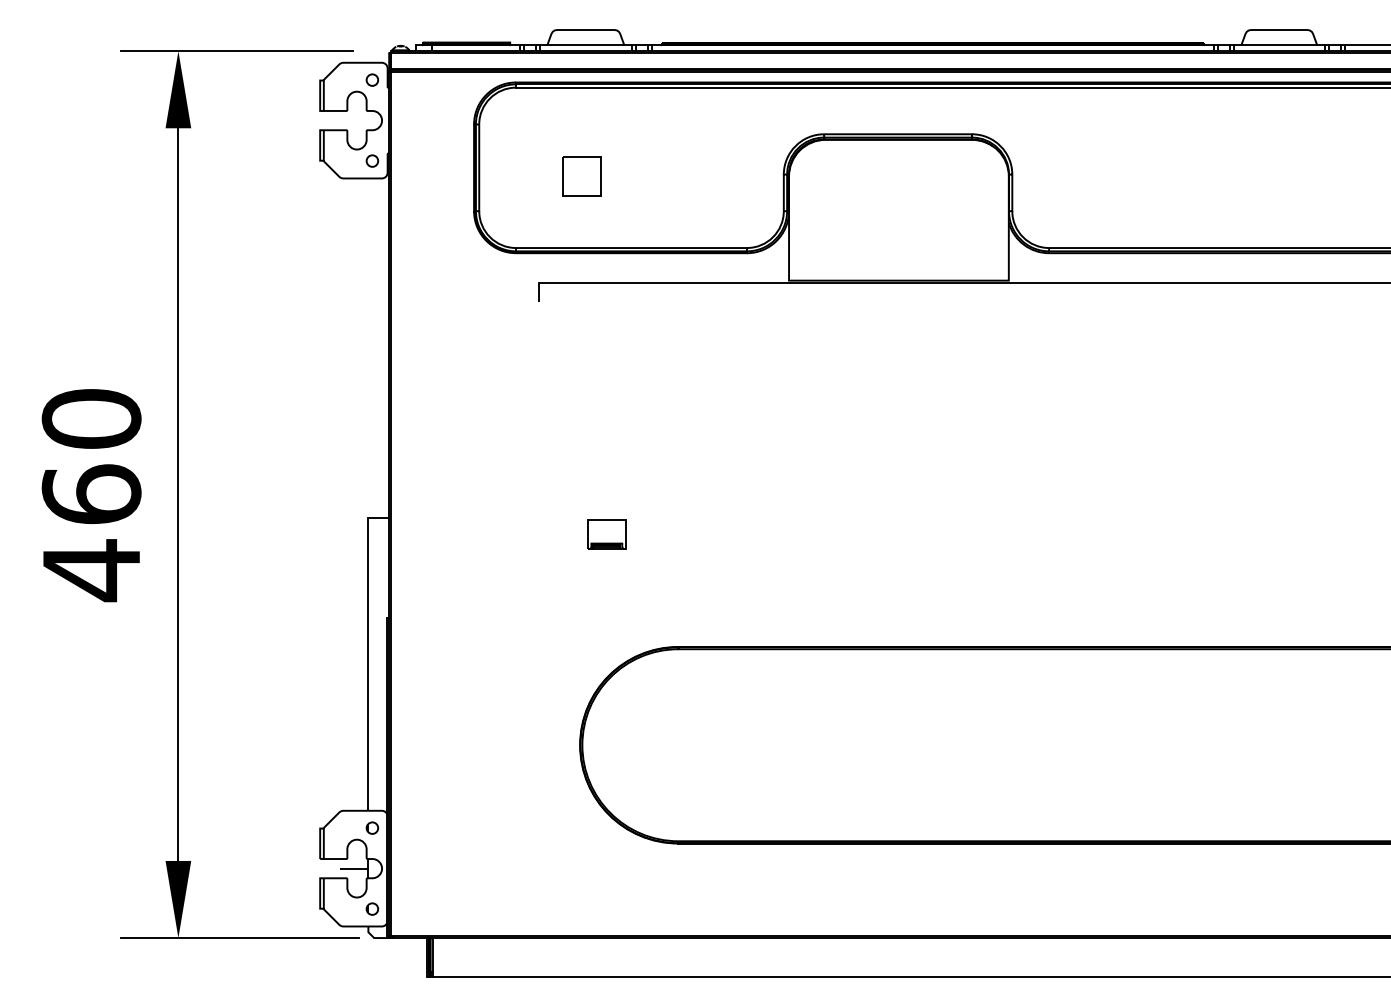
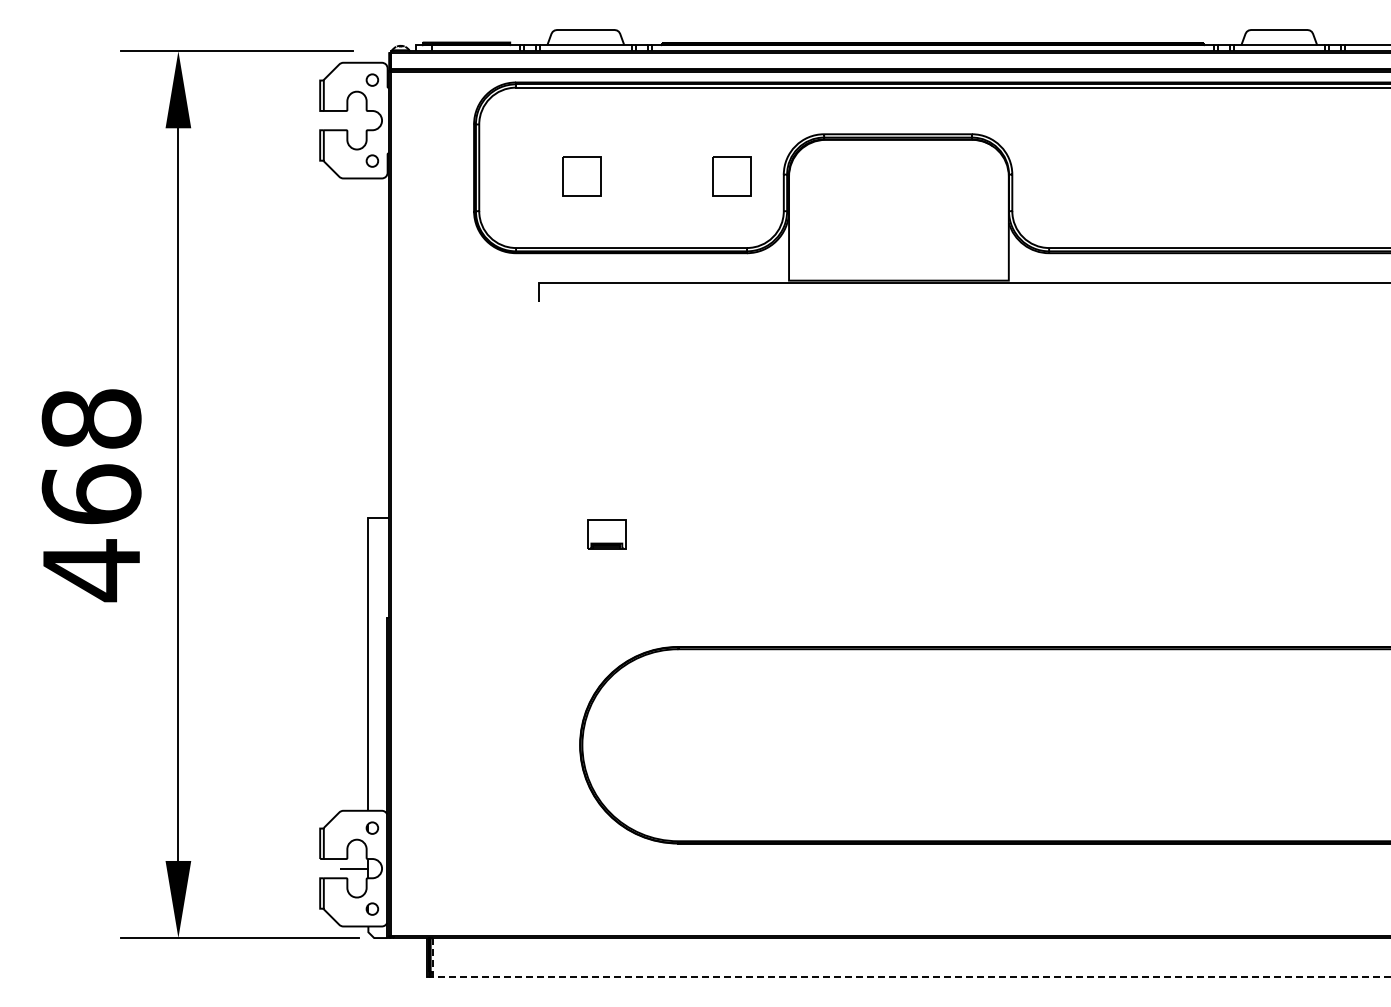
part at (731, 176): none -> present
text at (91, 418): 460 -> 468
line at (891, 976): solid -> dashed
